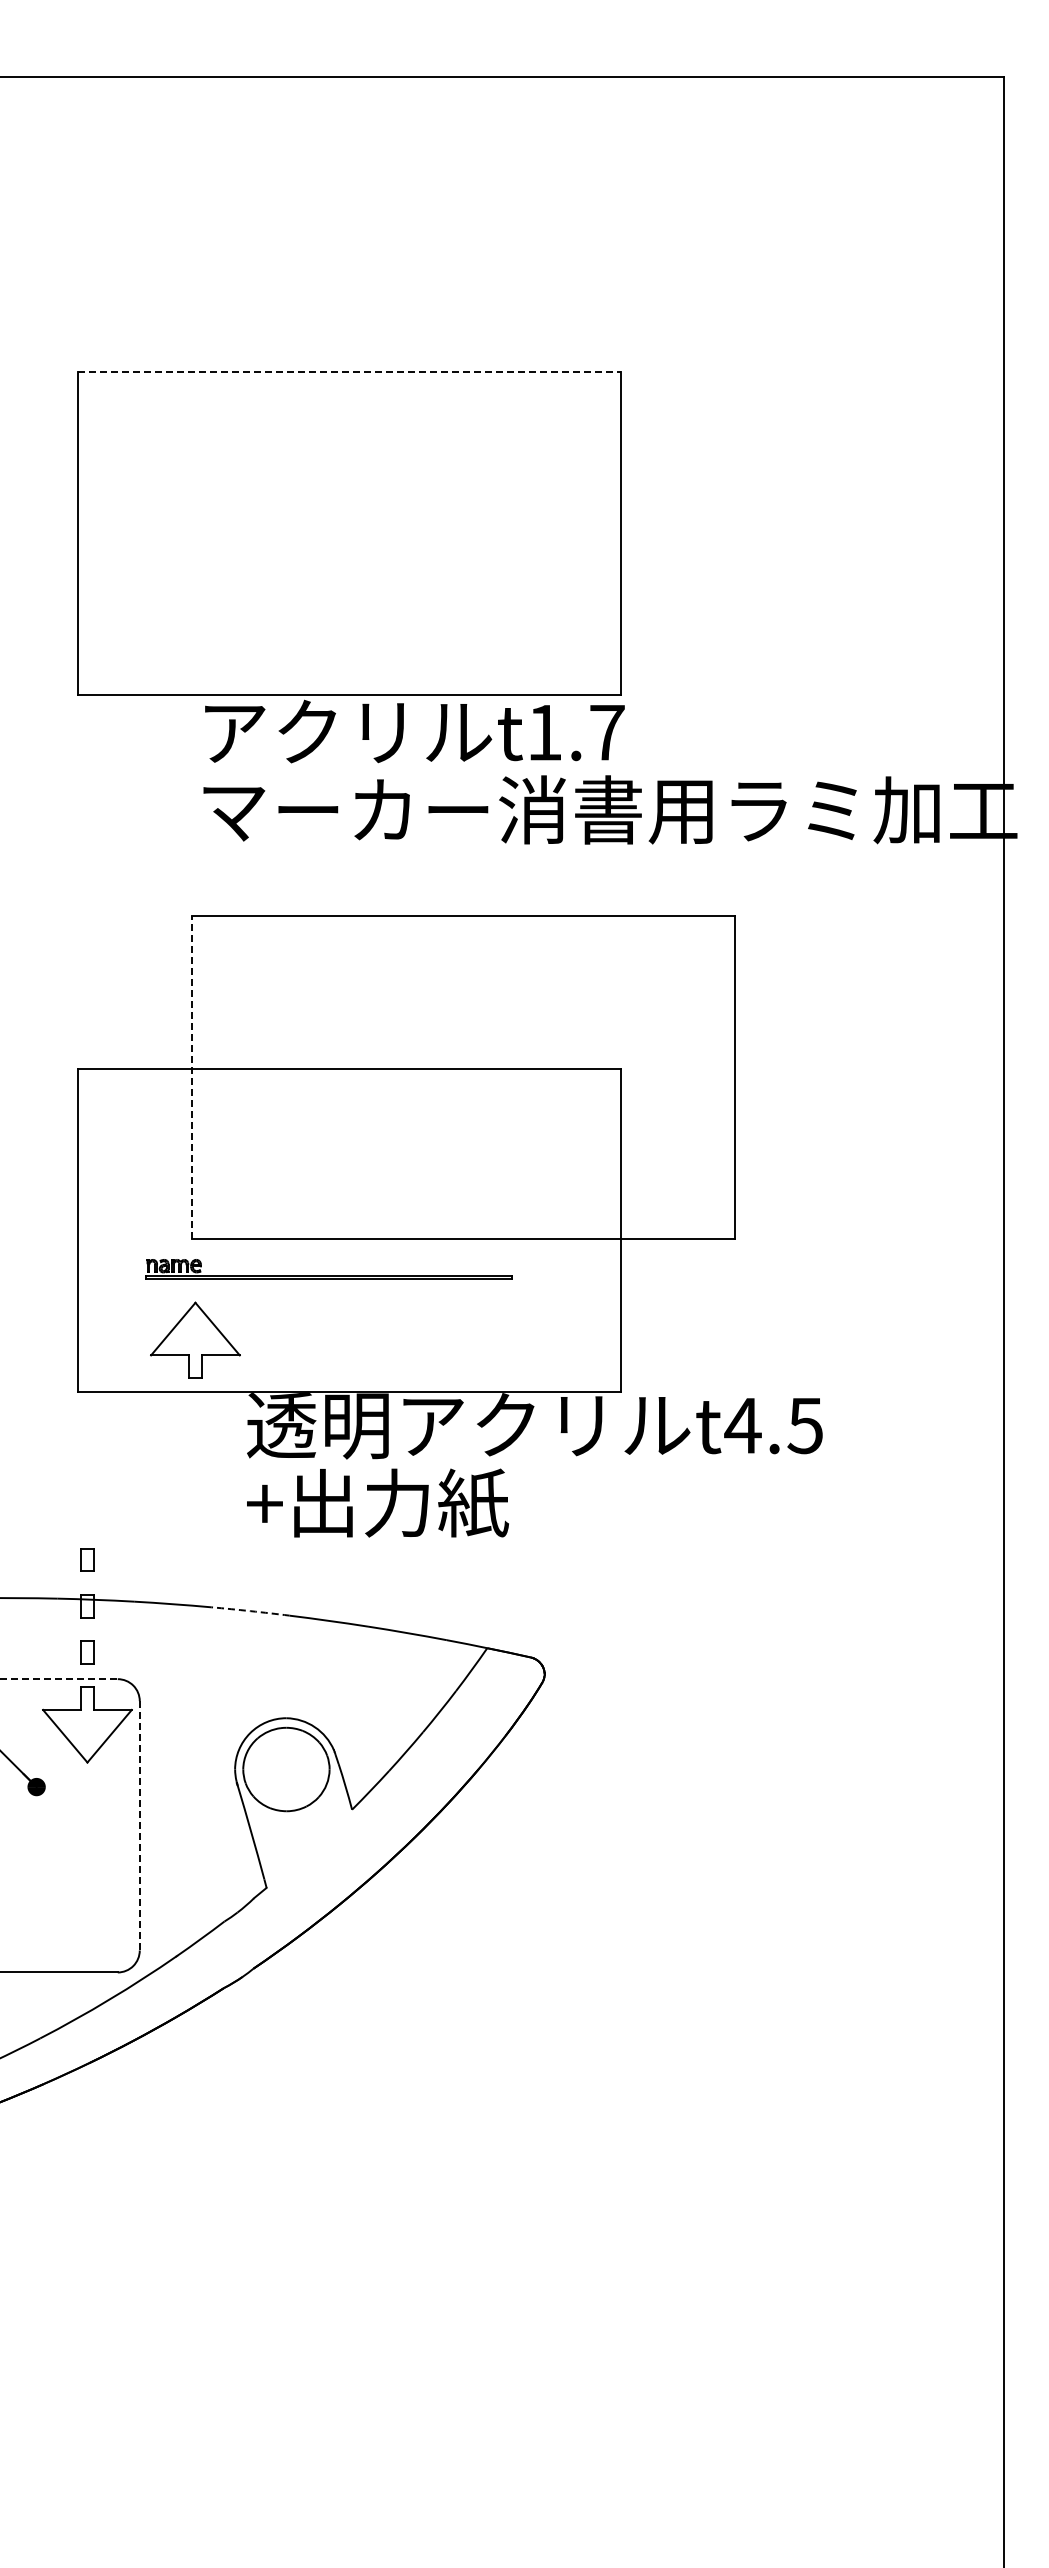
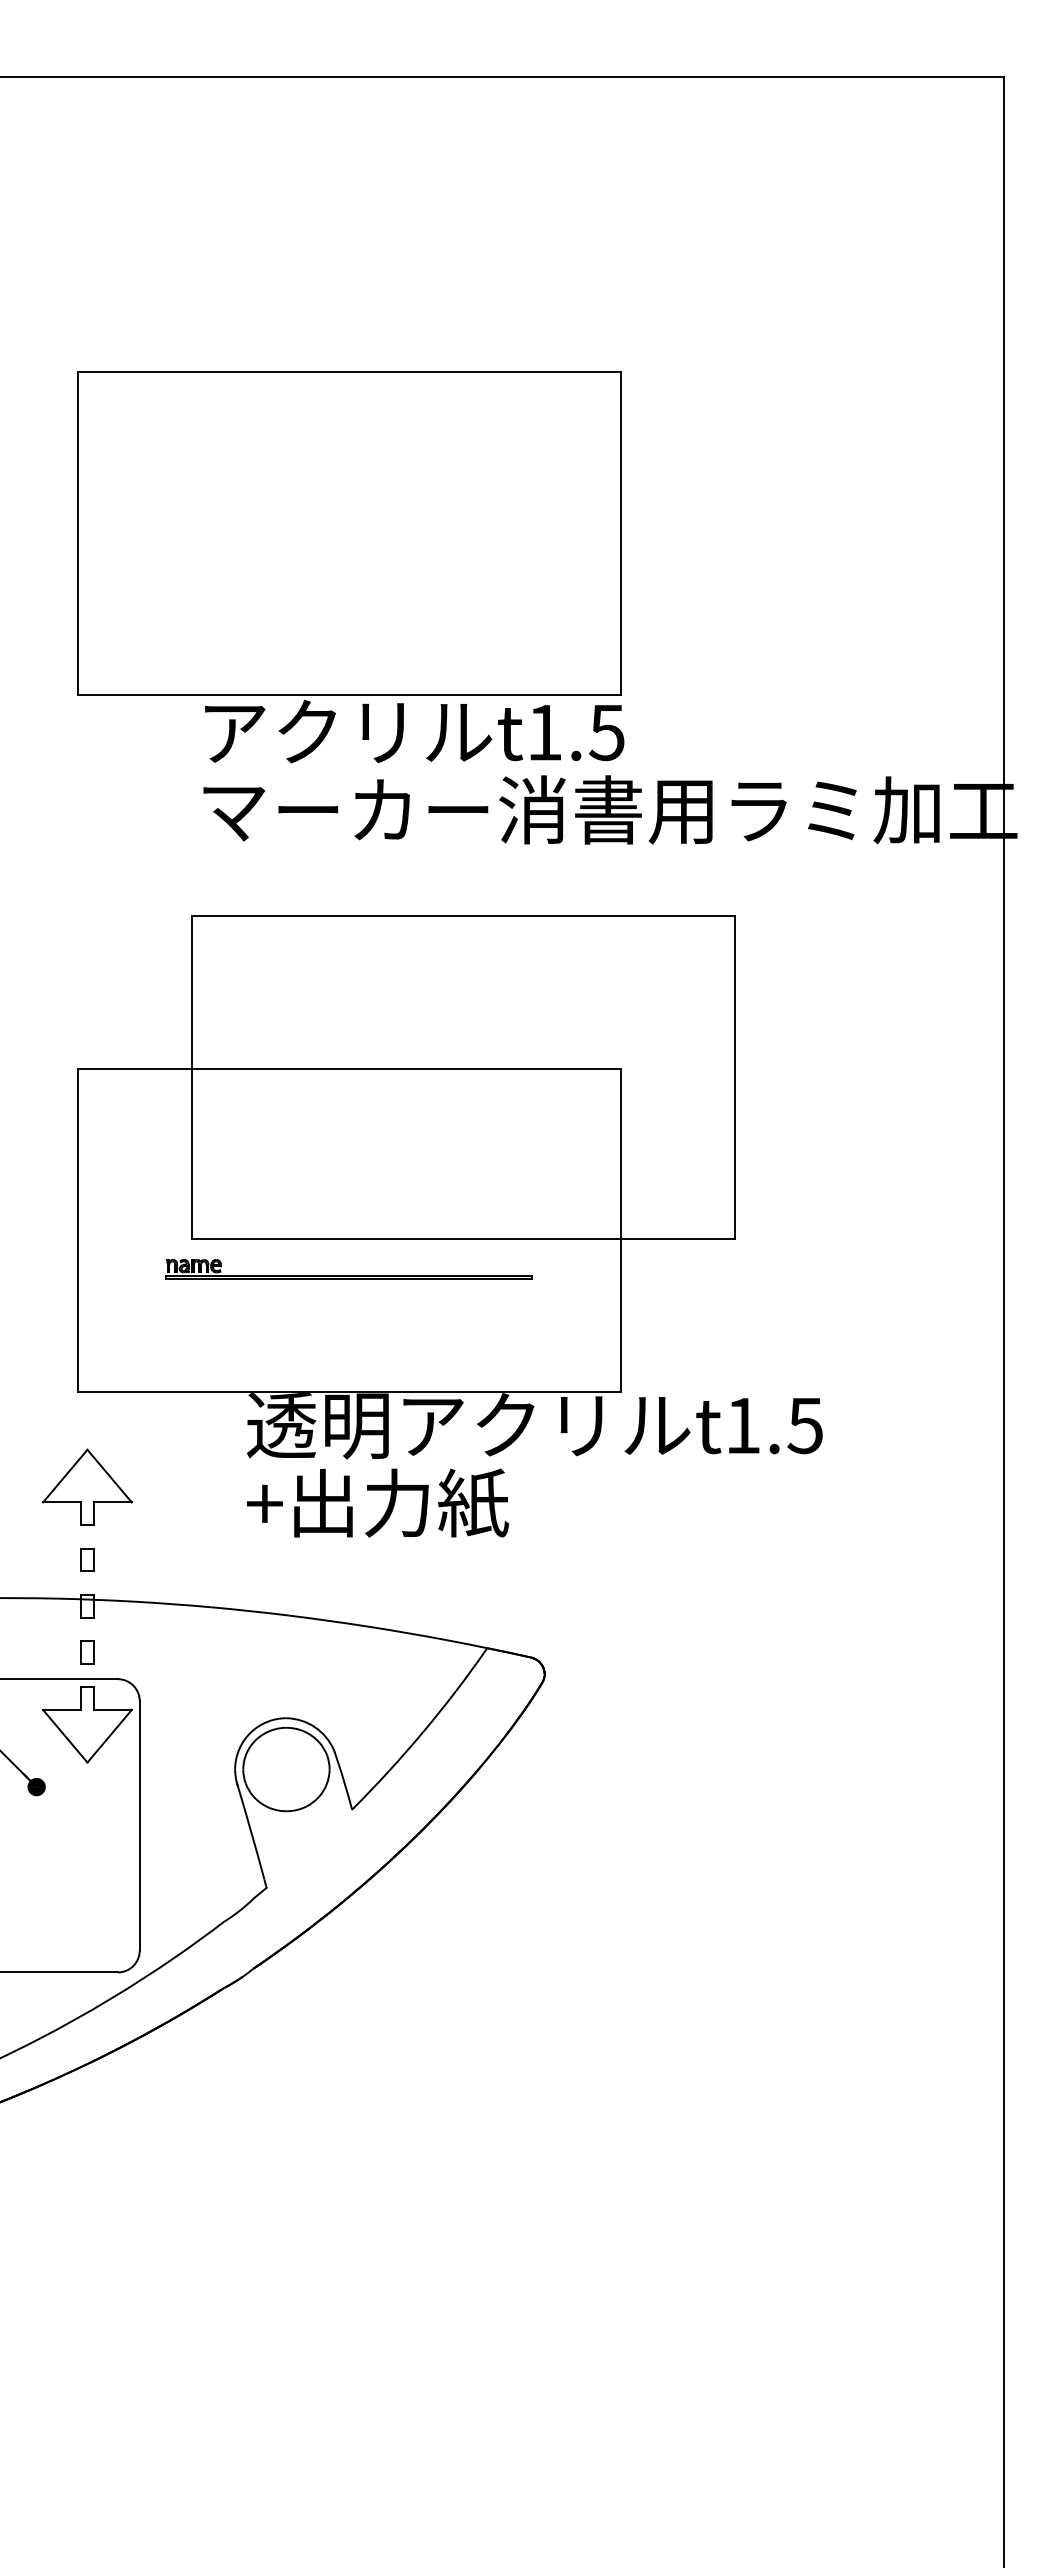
line at (350, 372): dashed -> solid
text at (606, 733): t1.7 -> t1.5
line at (191, 1076): dashed -> solid
part at (328, 1269) position: (328, 1269) -> (348, 1269)
part at (195, 1339) position: (195, 1339) -> (87, 1486)
text at (742, 1425): t4.5 -> t1.5
arc at (250, 1611): dashed -> solid
line at (59, 1679): dashed -> solid
line at (139, 1825): dashed -> solid
